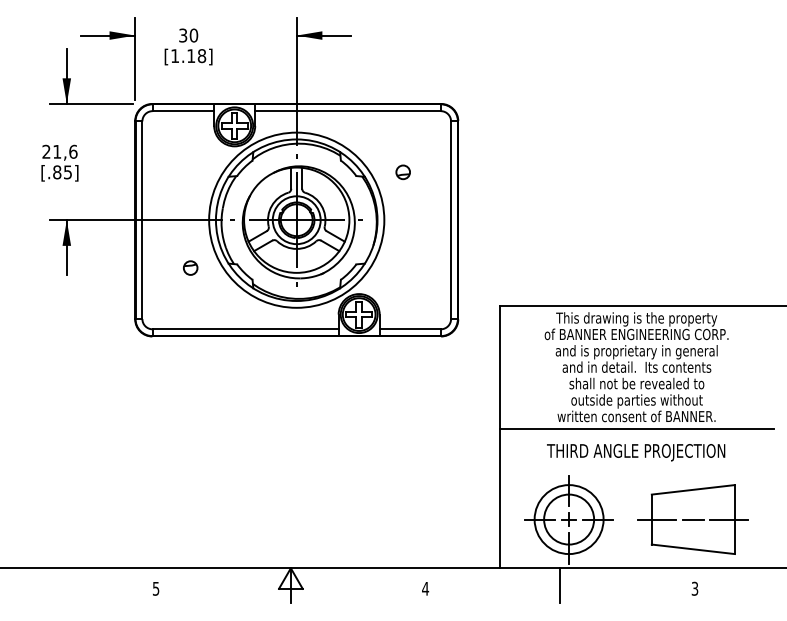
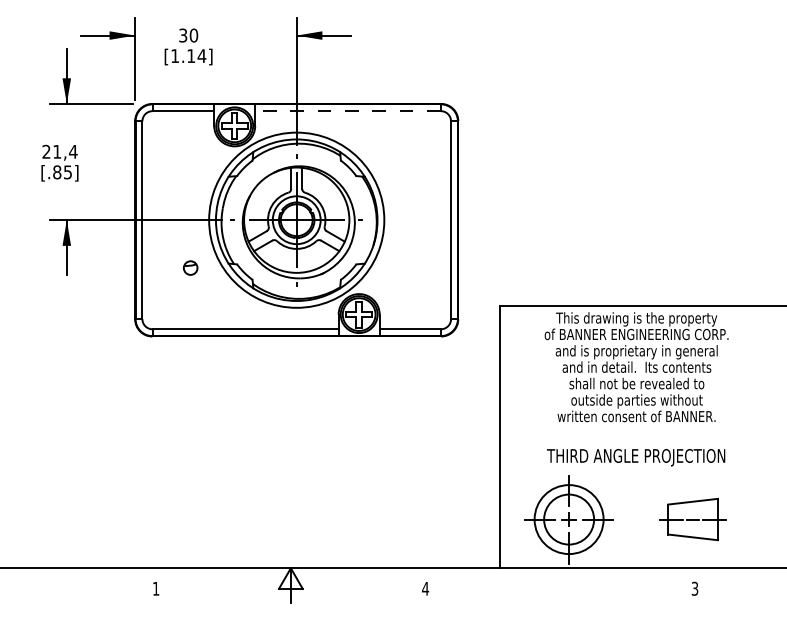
text at (201, 56): [1.18] -> [1.14]
line at (348, 111): solid -> dashed
text at (72, 151): 21,6 -> 21,4
part at (402, 172): present -> none
line at (636, 428): present -> none
text at (636, 452) position: (636, 452) -> (636, 457)
part at (692, 519) size: 112x71 px -> 68x45 px
line at (560, 585): present -> none
text at (155, 588): 5 -> 1
